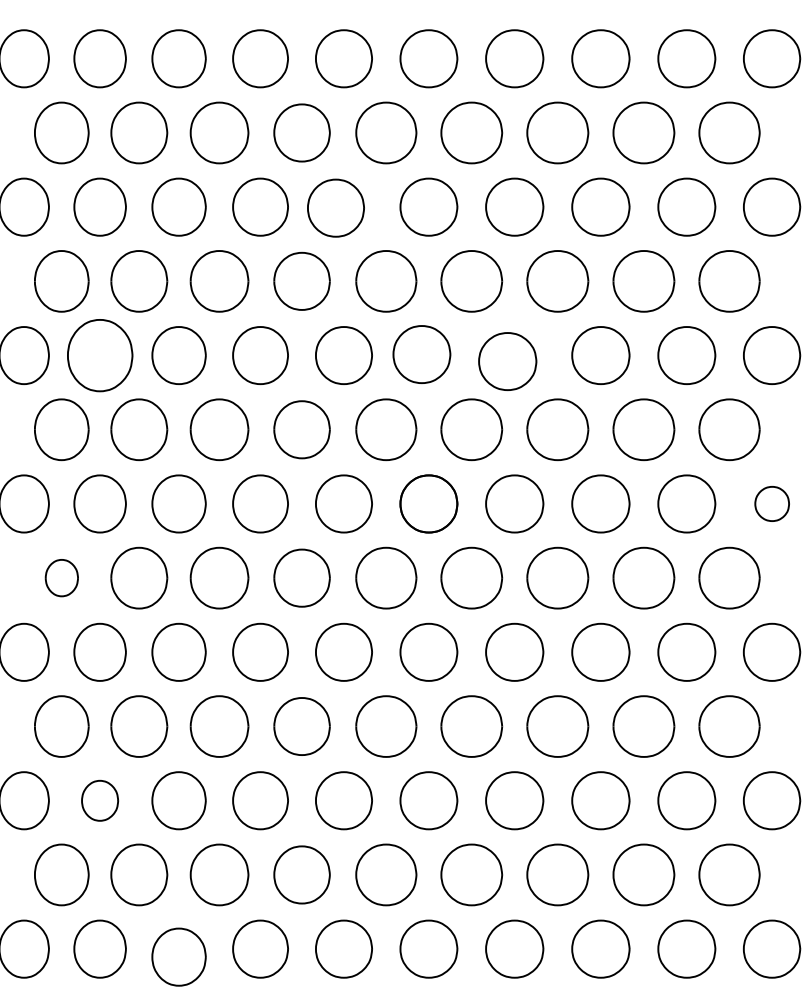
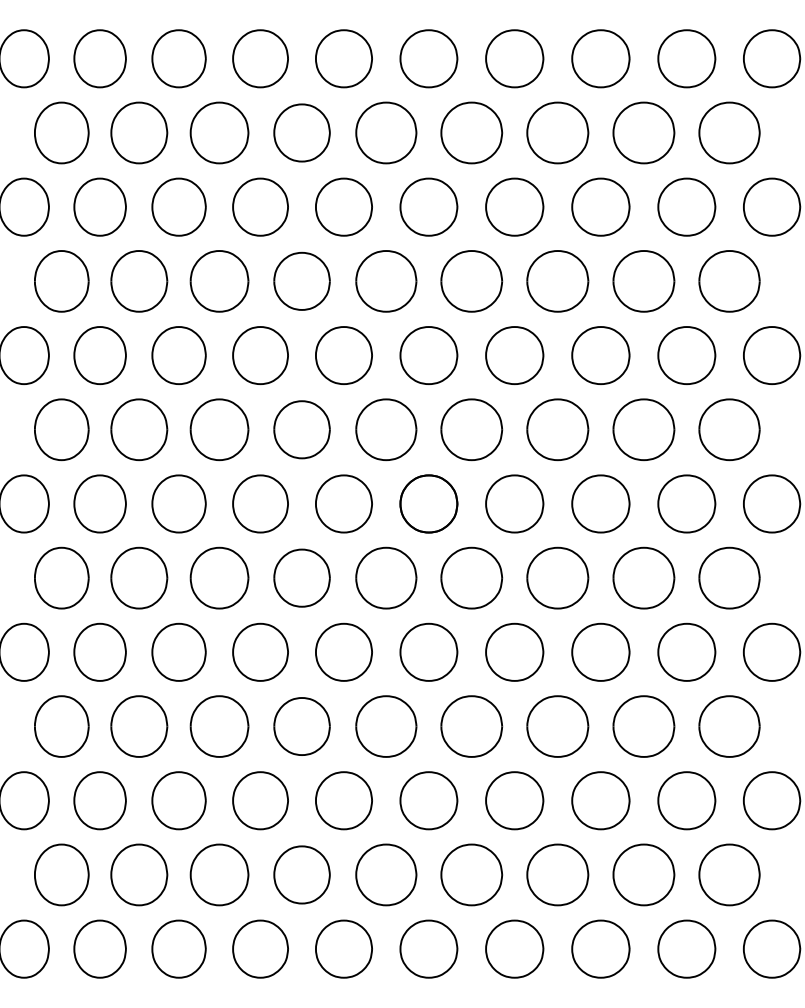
part at (335, 207) position: (335, 207) -> (343, 206)
part at (421, 354) position: (421, 354) -> (428, 355)
part at (100, 355) size: 67x74 px -> 54x59 px
part at (507, 361) position: (507, 361) -> (514, 355)
part at (771, 503) size: 36x36 px -> 59x60 px
part at (61, 578) size: 35x39 px -> 56x64 px
part at (100, 800) size: 39x43 px -> 54x60 px
part at (178, 956) position: (178, 956) -> (178, 948)
